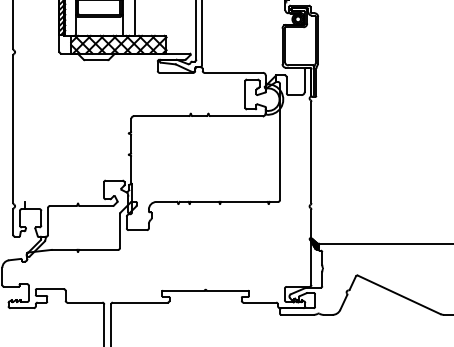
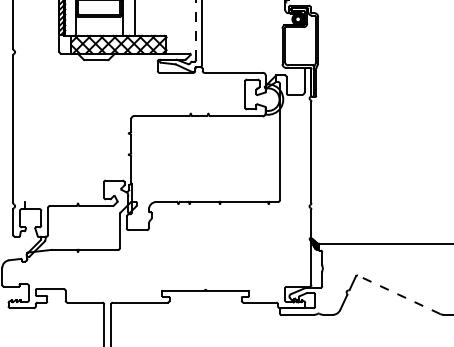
line at (196, 29): solid -> dashed
line at (399, 294): solid -> dashed
